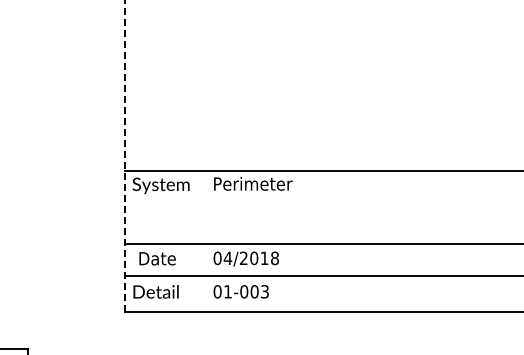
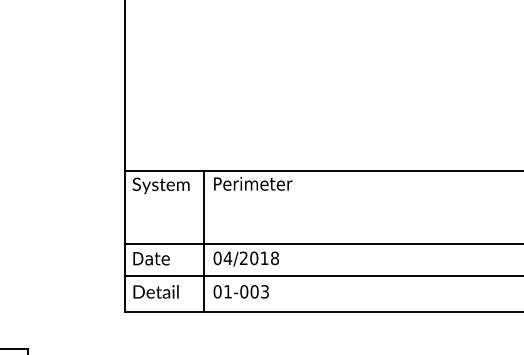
line at (124, 155): dashed -> solid
line at (204, 240): none -> present
text at (157, 258) position: (157, 258) -> (151, 258)
